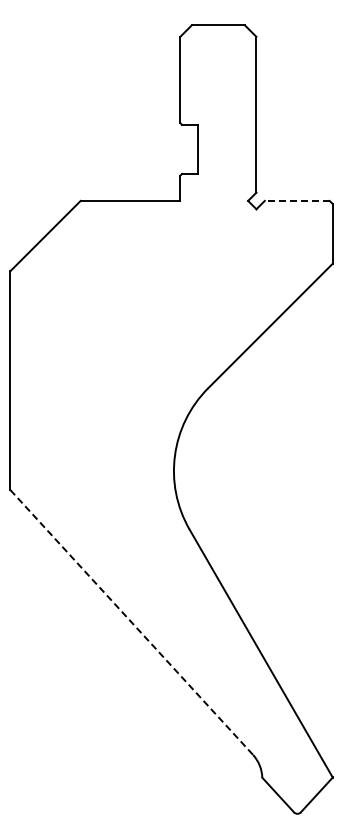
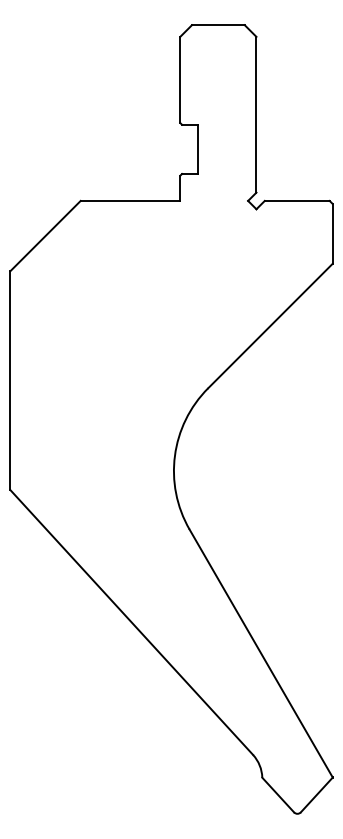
line at (296, 200): dashed -> solid
line at (131, 622): dashed -> solid
